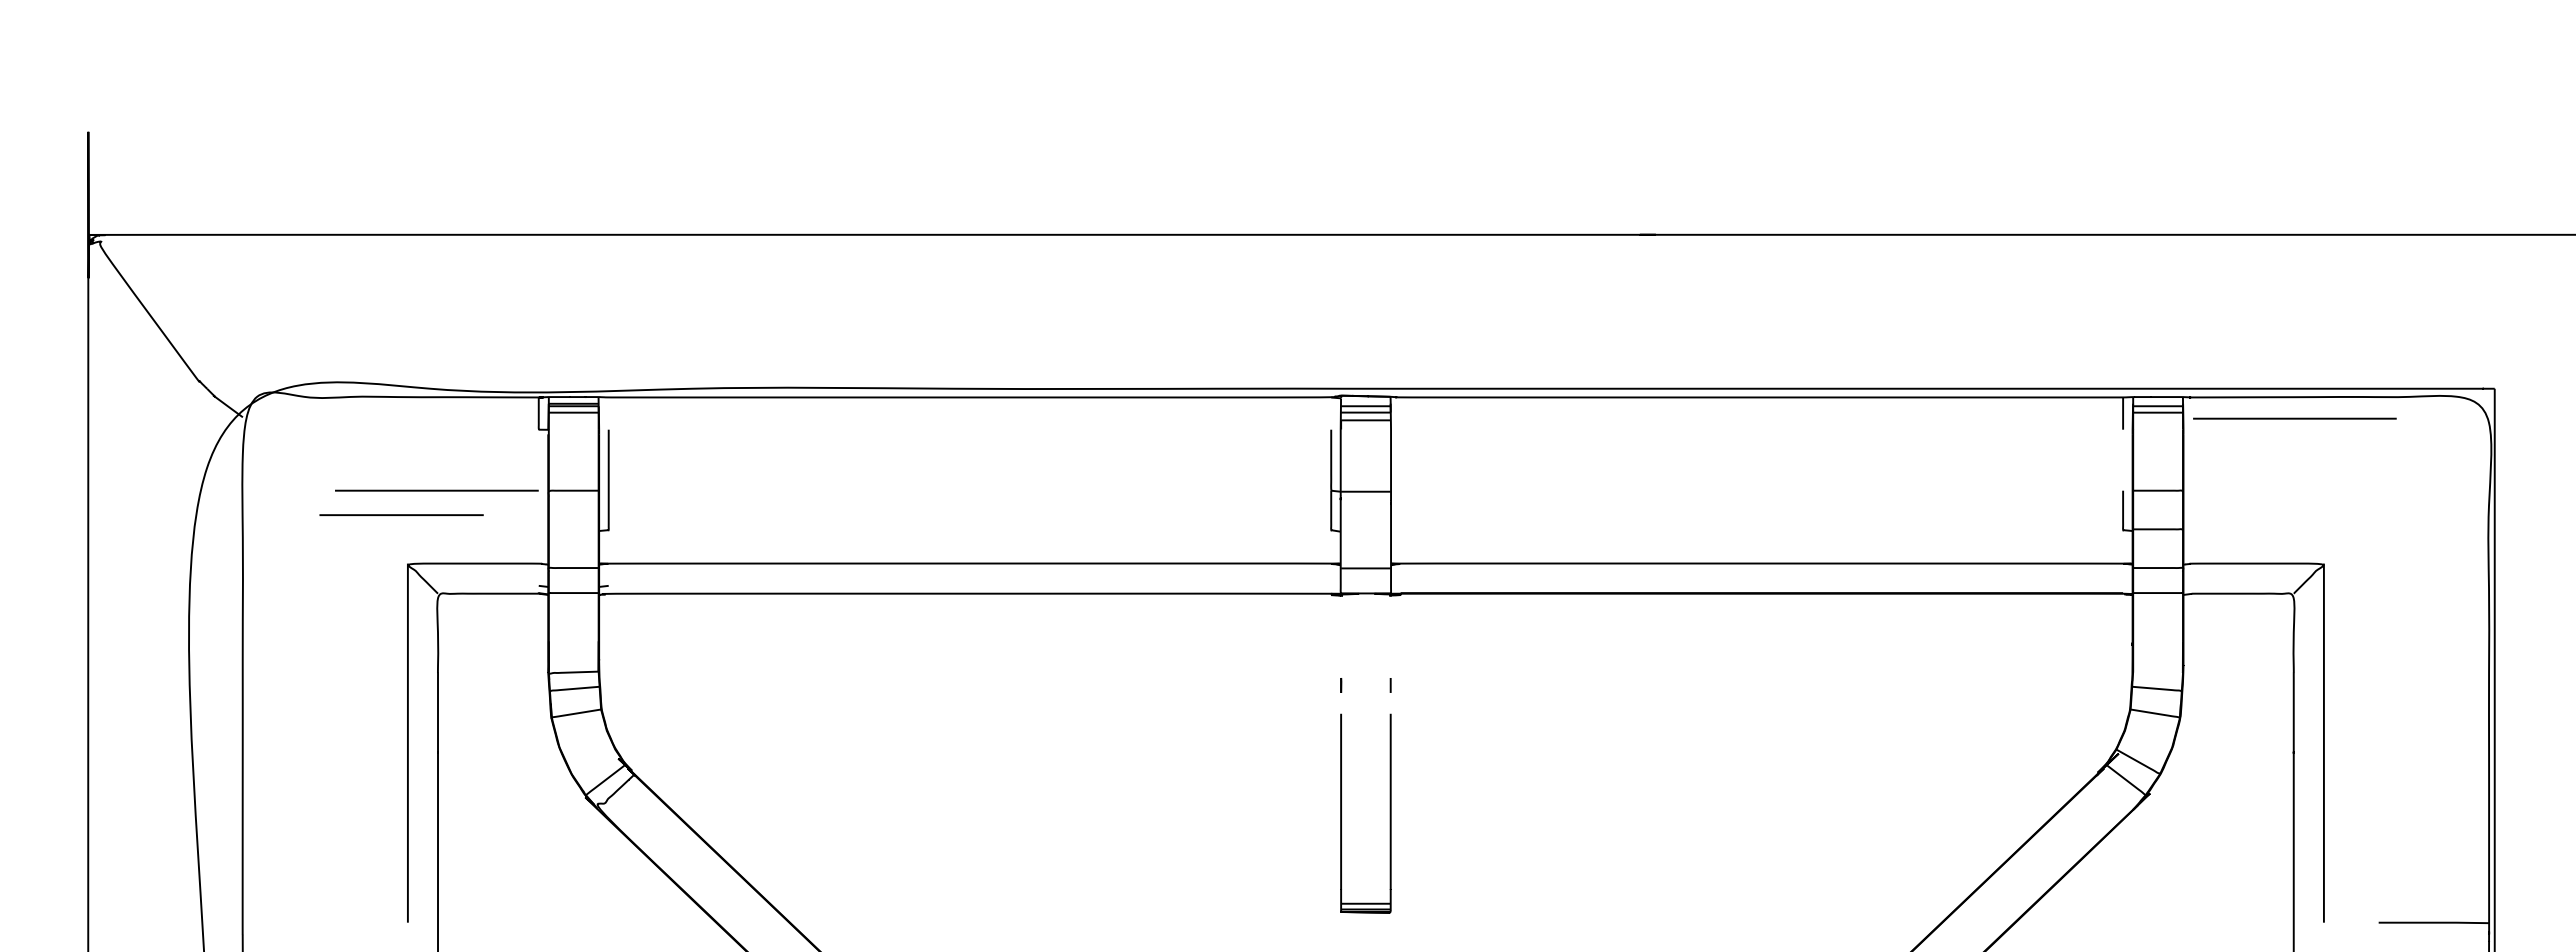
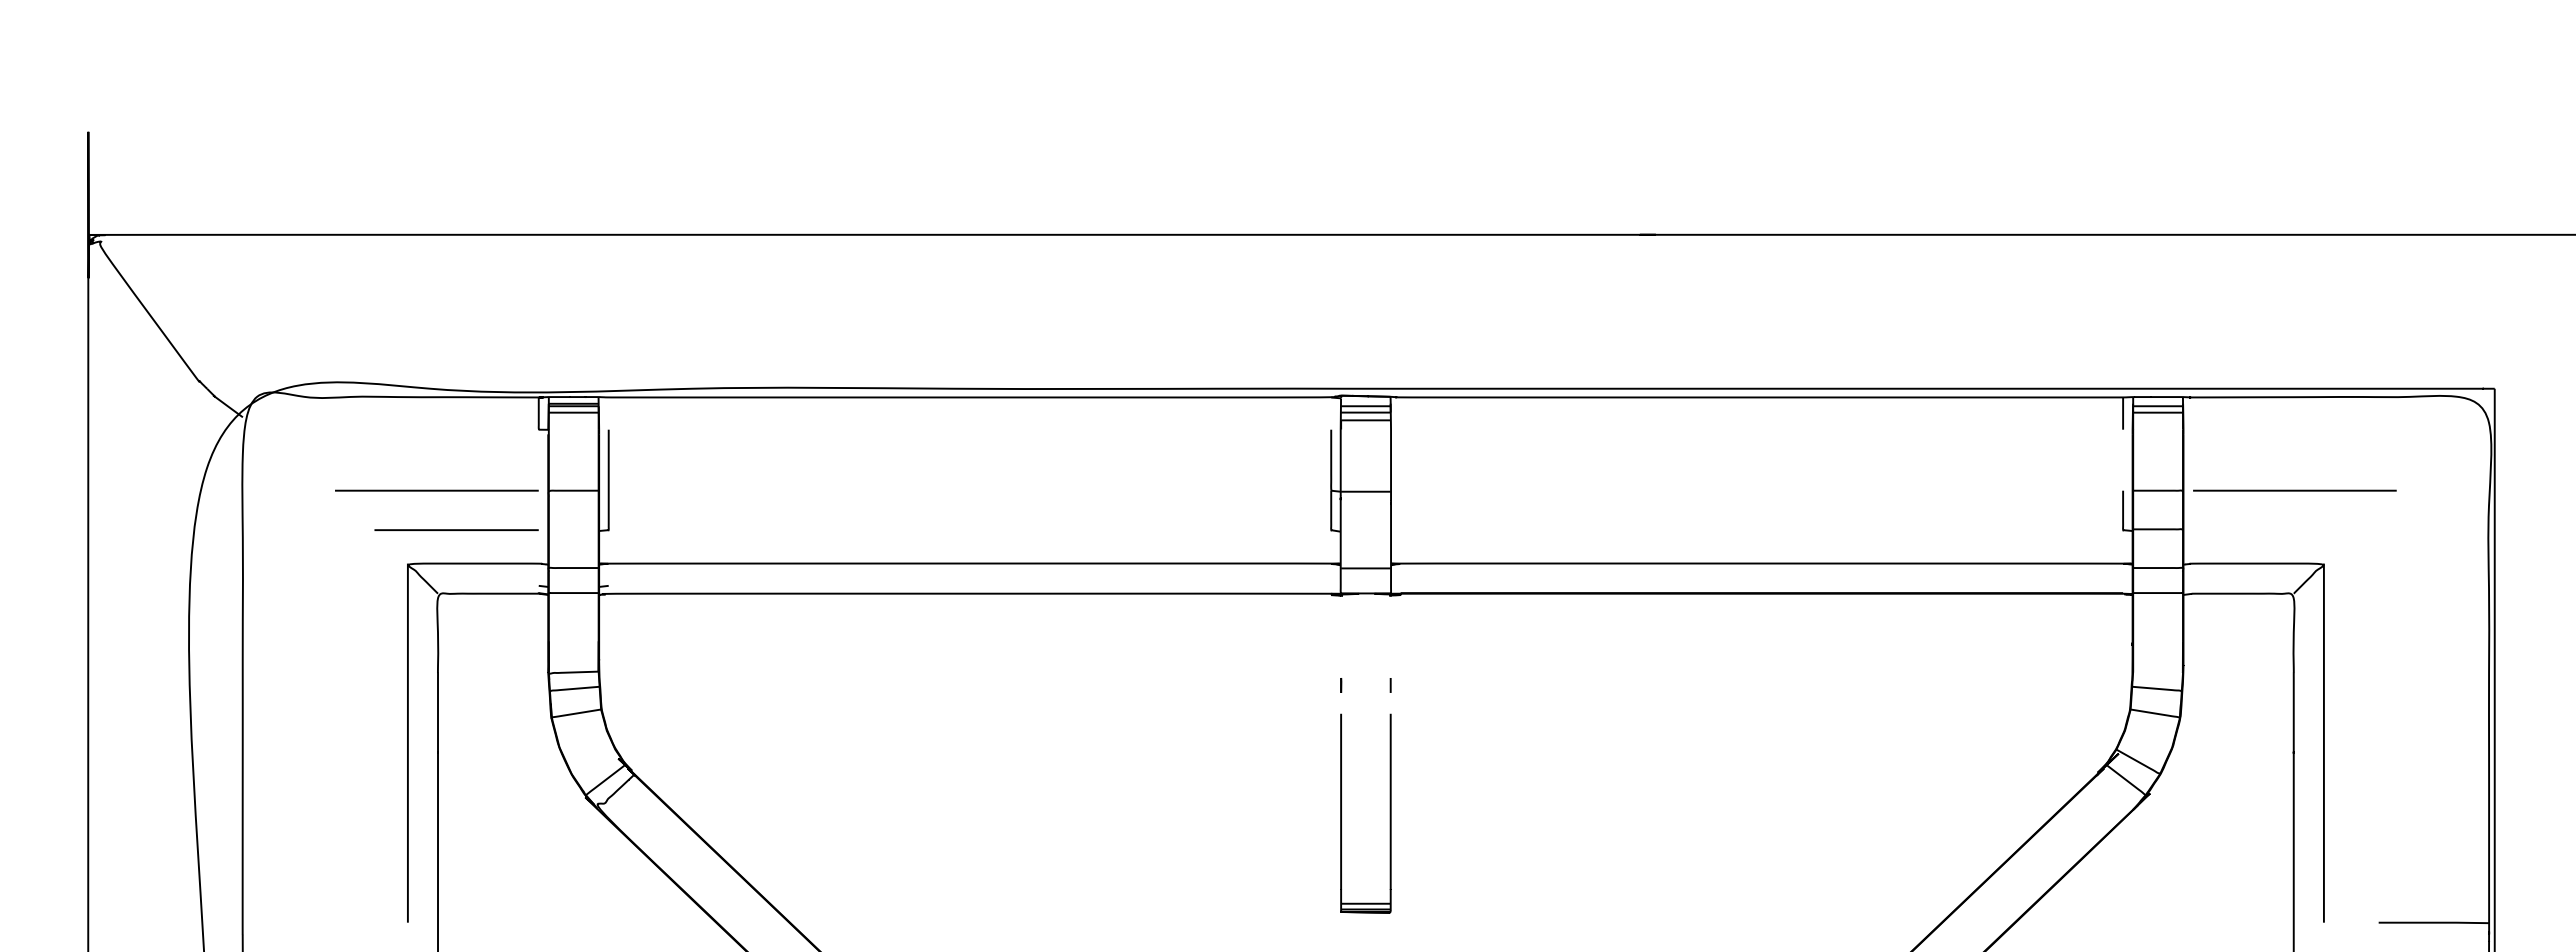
line at (2294, 418) position: (2294, 418) -> (2294, 490)
line at (401, 514) position: (401, 514) -> (456, 529)
